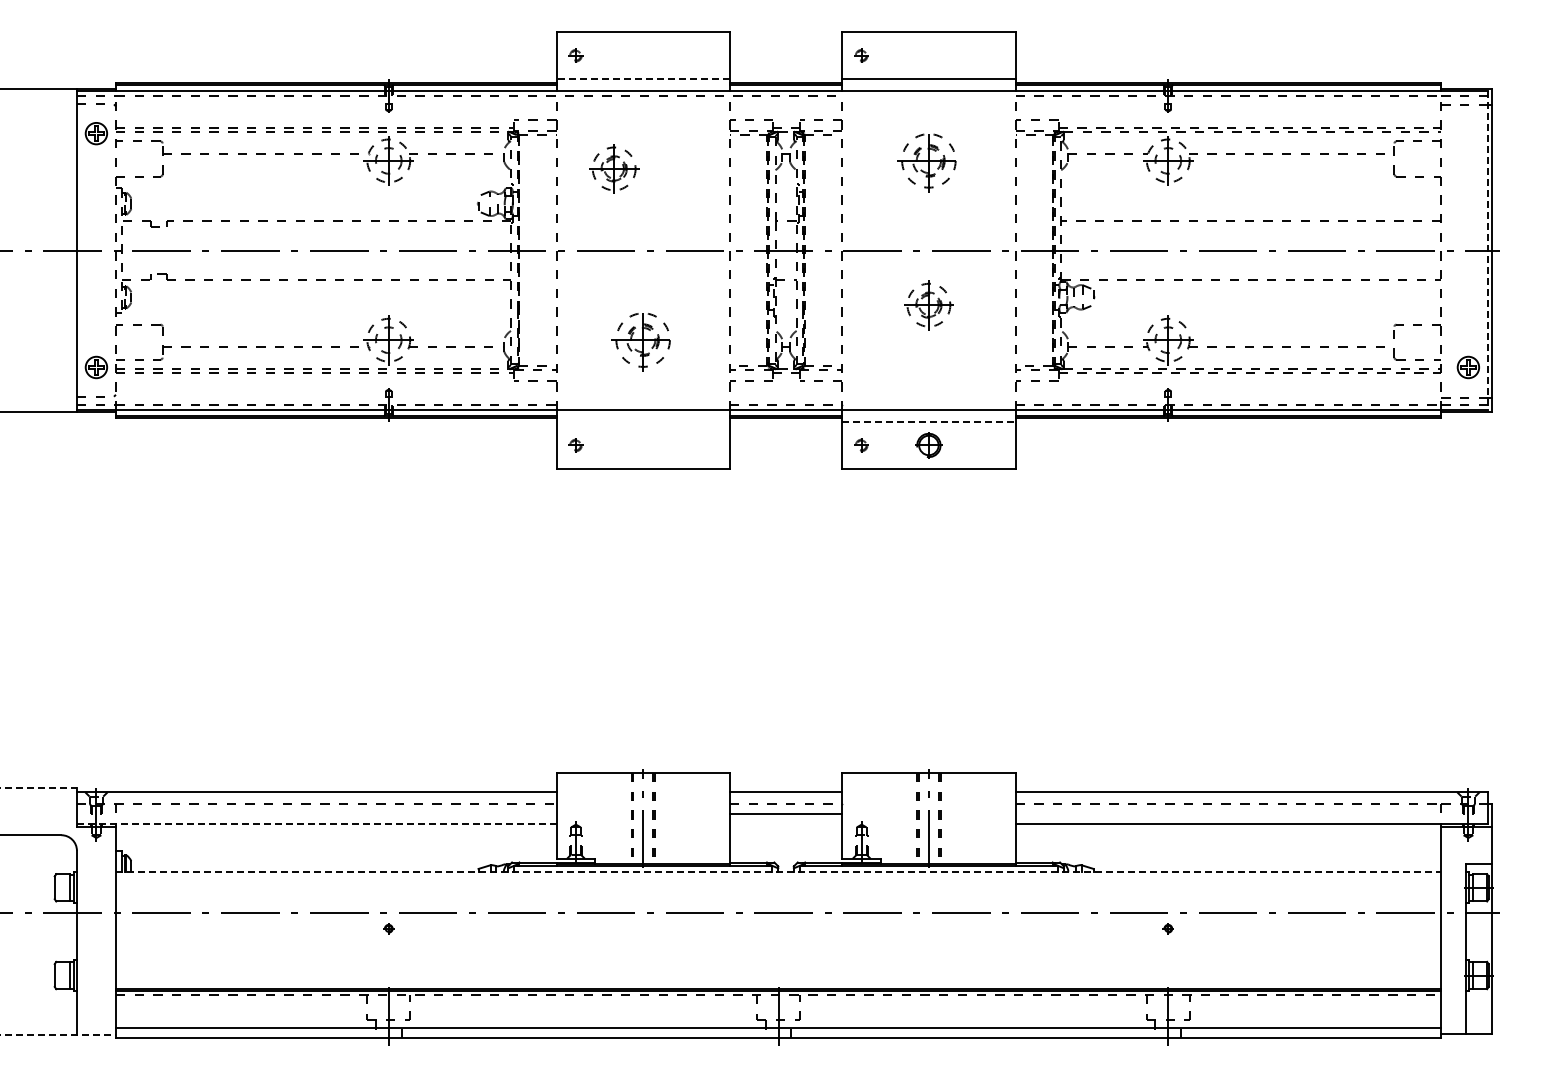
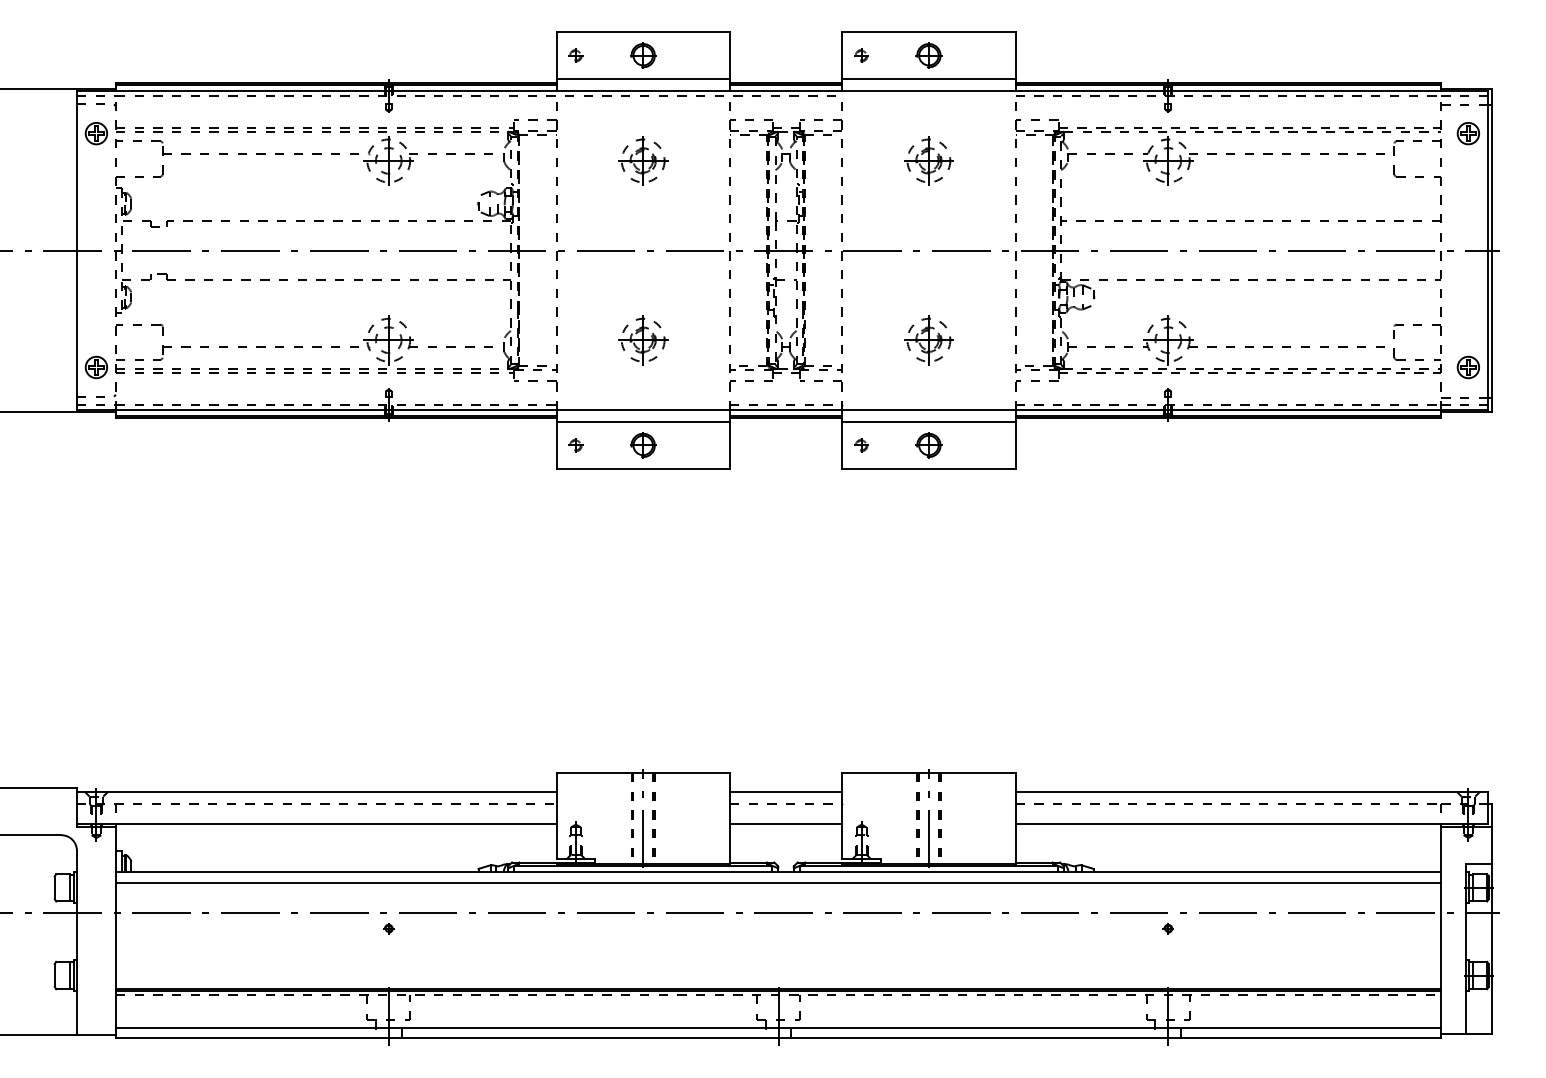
part at (643, 55): none -> present
part at (928, 55): none -> present
line at (643, 79): dashed -> solid
part at (1467, 133): none -> present
part at (926, 162) size: 60x60 px -> 50x50 px
part at (614, 168) position: (614, 168) -> (643, 160)
line at (1487, 250): dashed -> solid
part at (928, 305) position: (928, 305) -> (928, 340)
part at (640, 342) size: 60x59 px -> 51x51 px
line at (642, 422): none -> present
line at (928, 422): dashed -> solid
part at (643, 445): none -> present
line at (39, 788): dashed -> solid
line at (785, 813) position: (785, 813) -> (785, 823)
line at (316, 823): dashed -> solid
line at (778, 872): dashed -> solid
line at (778, 883): none -> present
line at (58, 1034): dashed -> solid
